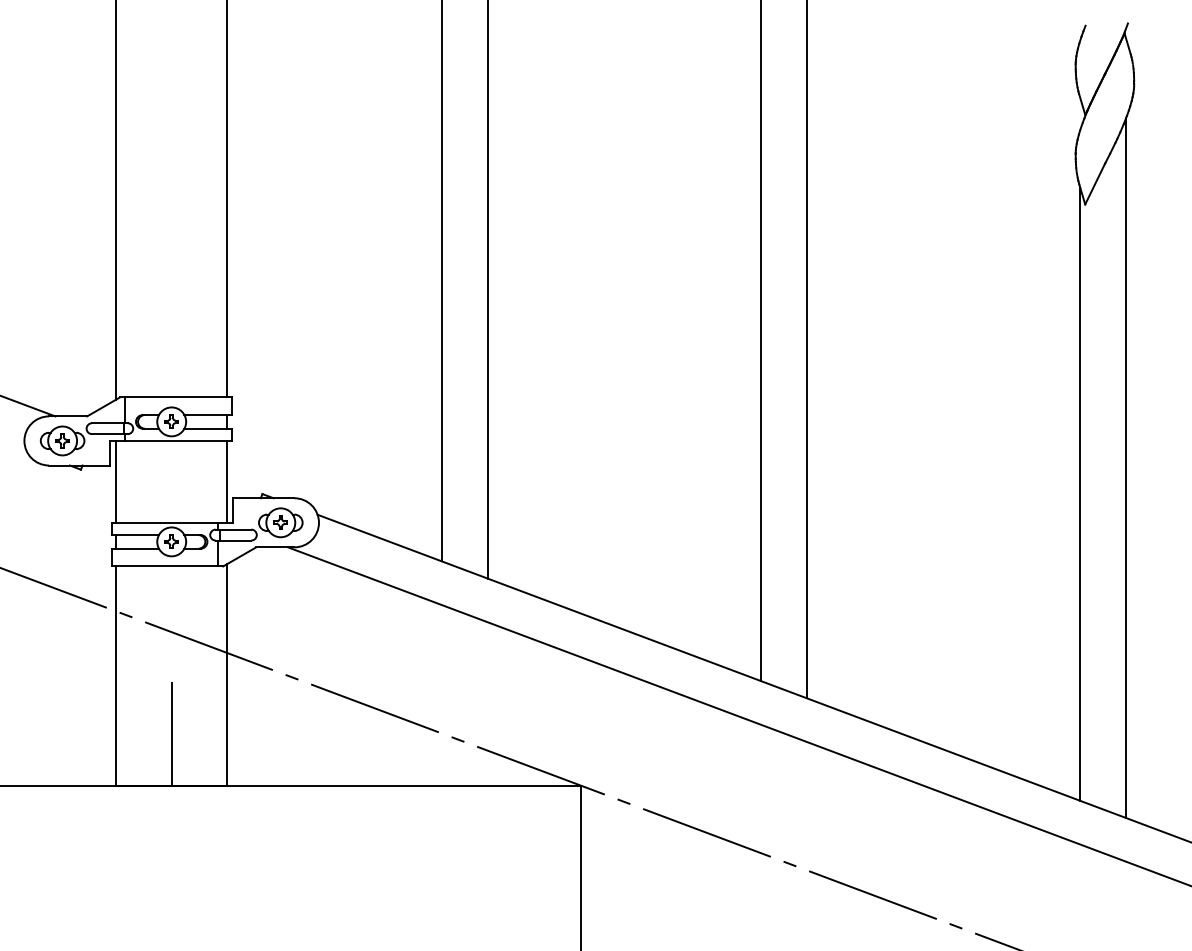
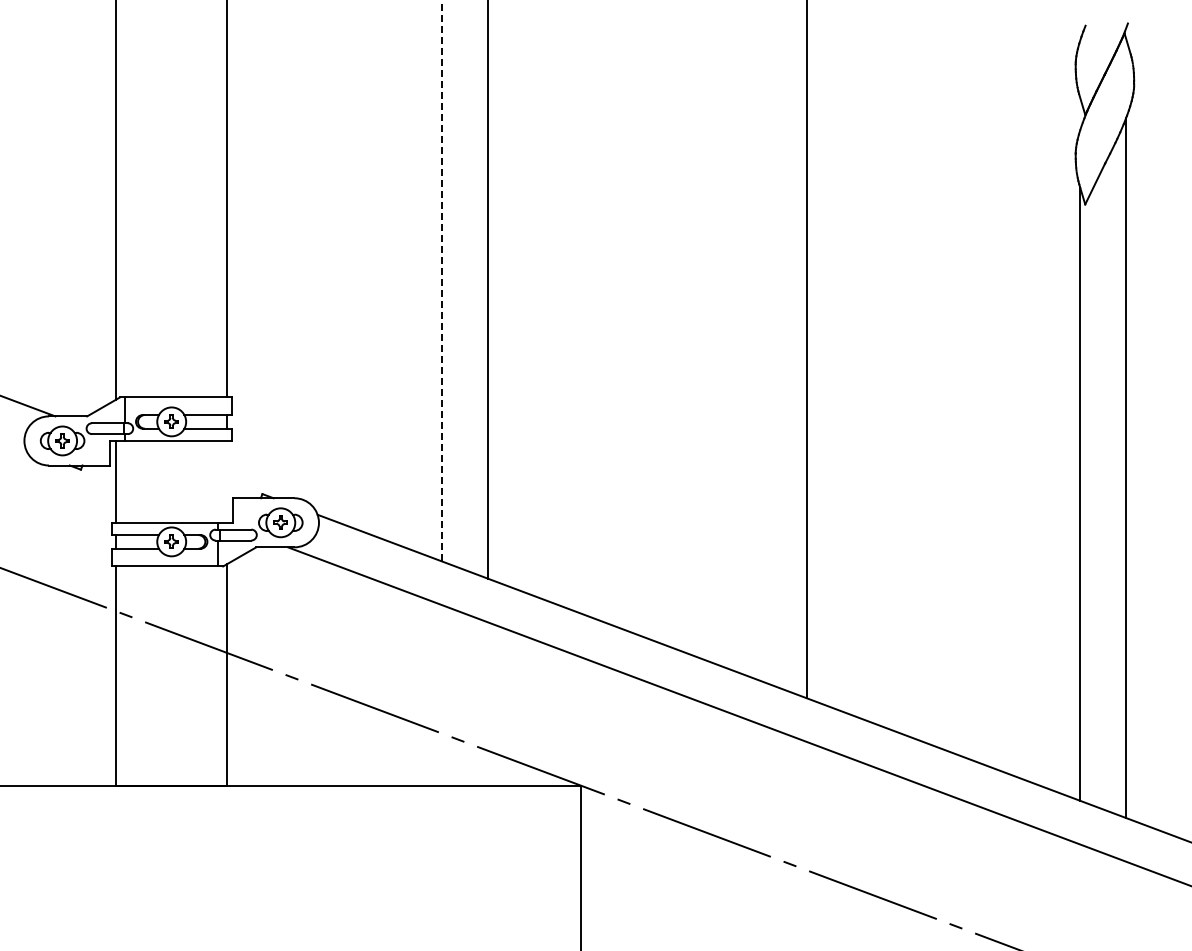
line at (441, 280): solid -> dashed
line at (760, 341): present -> none
line at (226, 481): present -> none
line at (171, 733): present -> none
